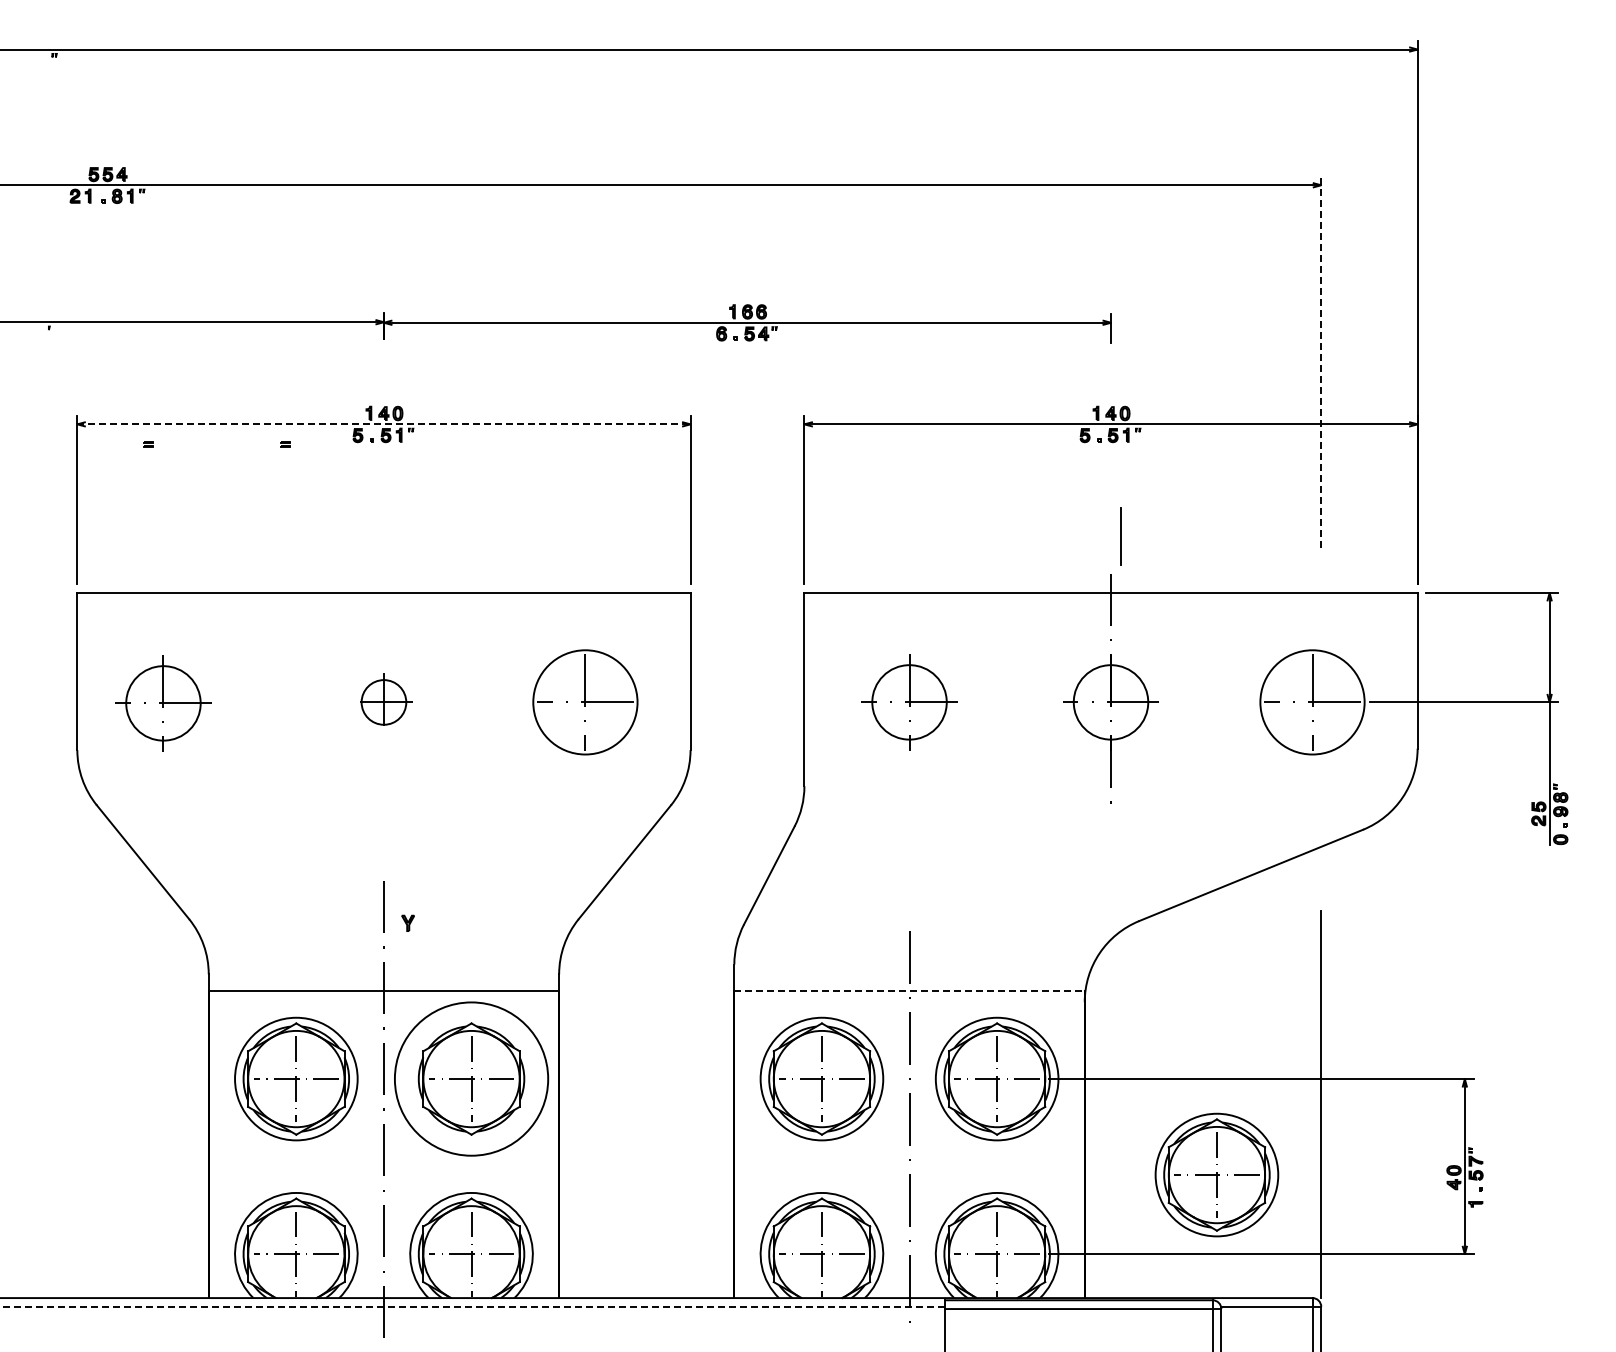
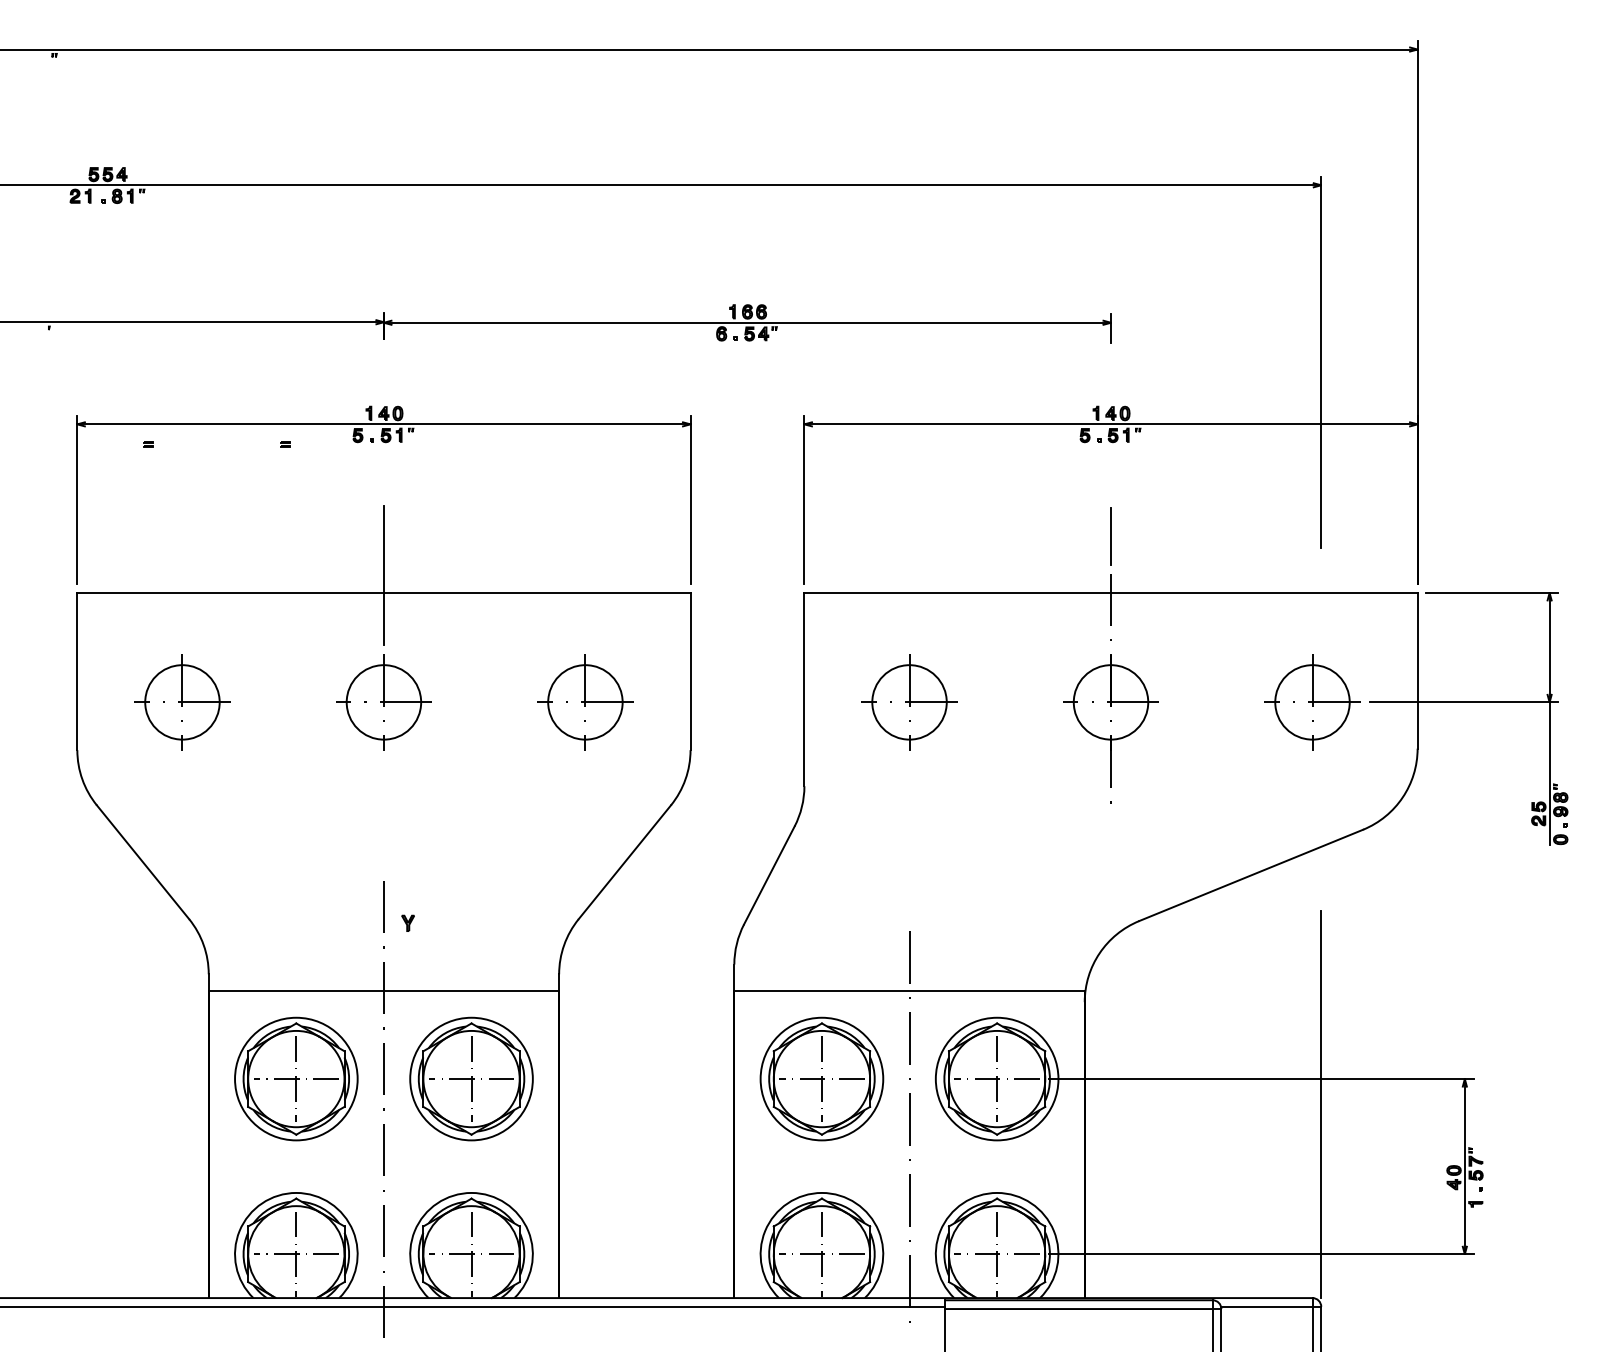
line at (1321, 362): dashed -> solid
line at (383, 424): dashed -> solid
line at (1120, 536) position: (1120, 536) -> (1110, 536)
line at (383, 575): none -> present
part at (386, 699) size: 53x53 px -> 96x97 px
circle at (585, 702) diameter: 104 px -> 74 px
circle at (1312, 702) diameter: 104 px -> 74 px
part at (163, 703) position: (163, 703) -> (182, 702)
line at (910, 991): dashed -> solid
circle at (471, 1078) diameter: 153 px -> 123 px
part at (1216, 1174): present -> none
line at (472, 1306): dashed -> solid
